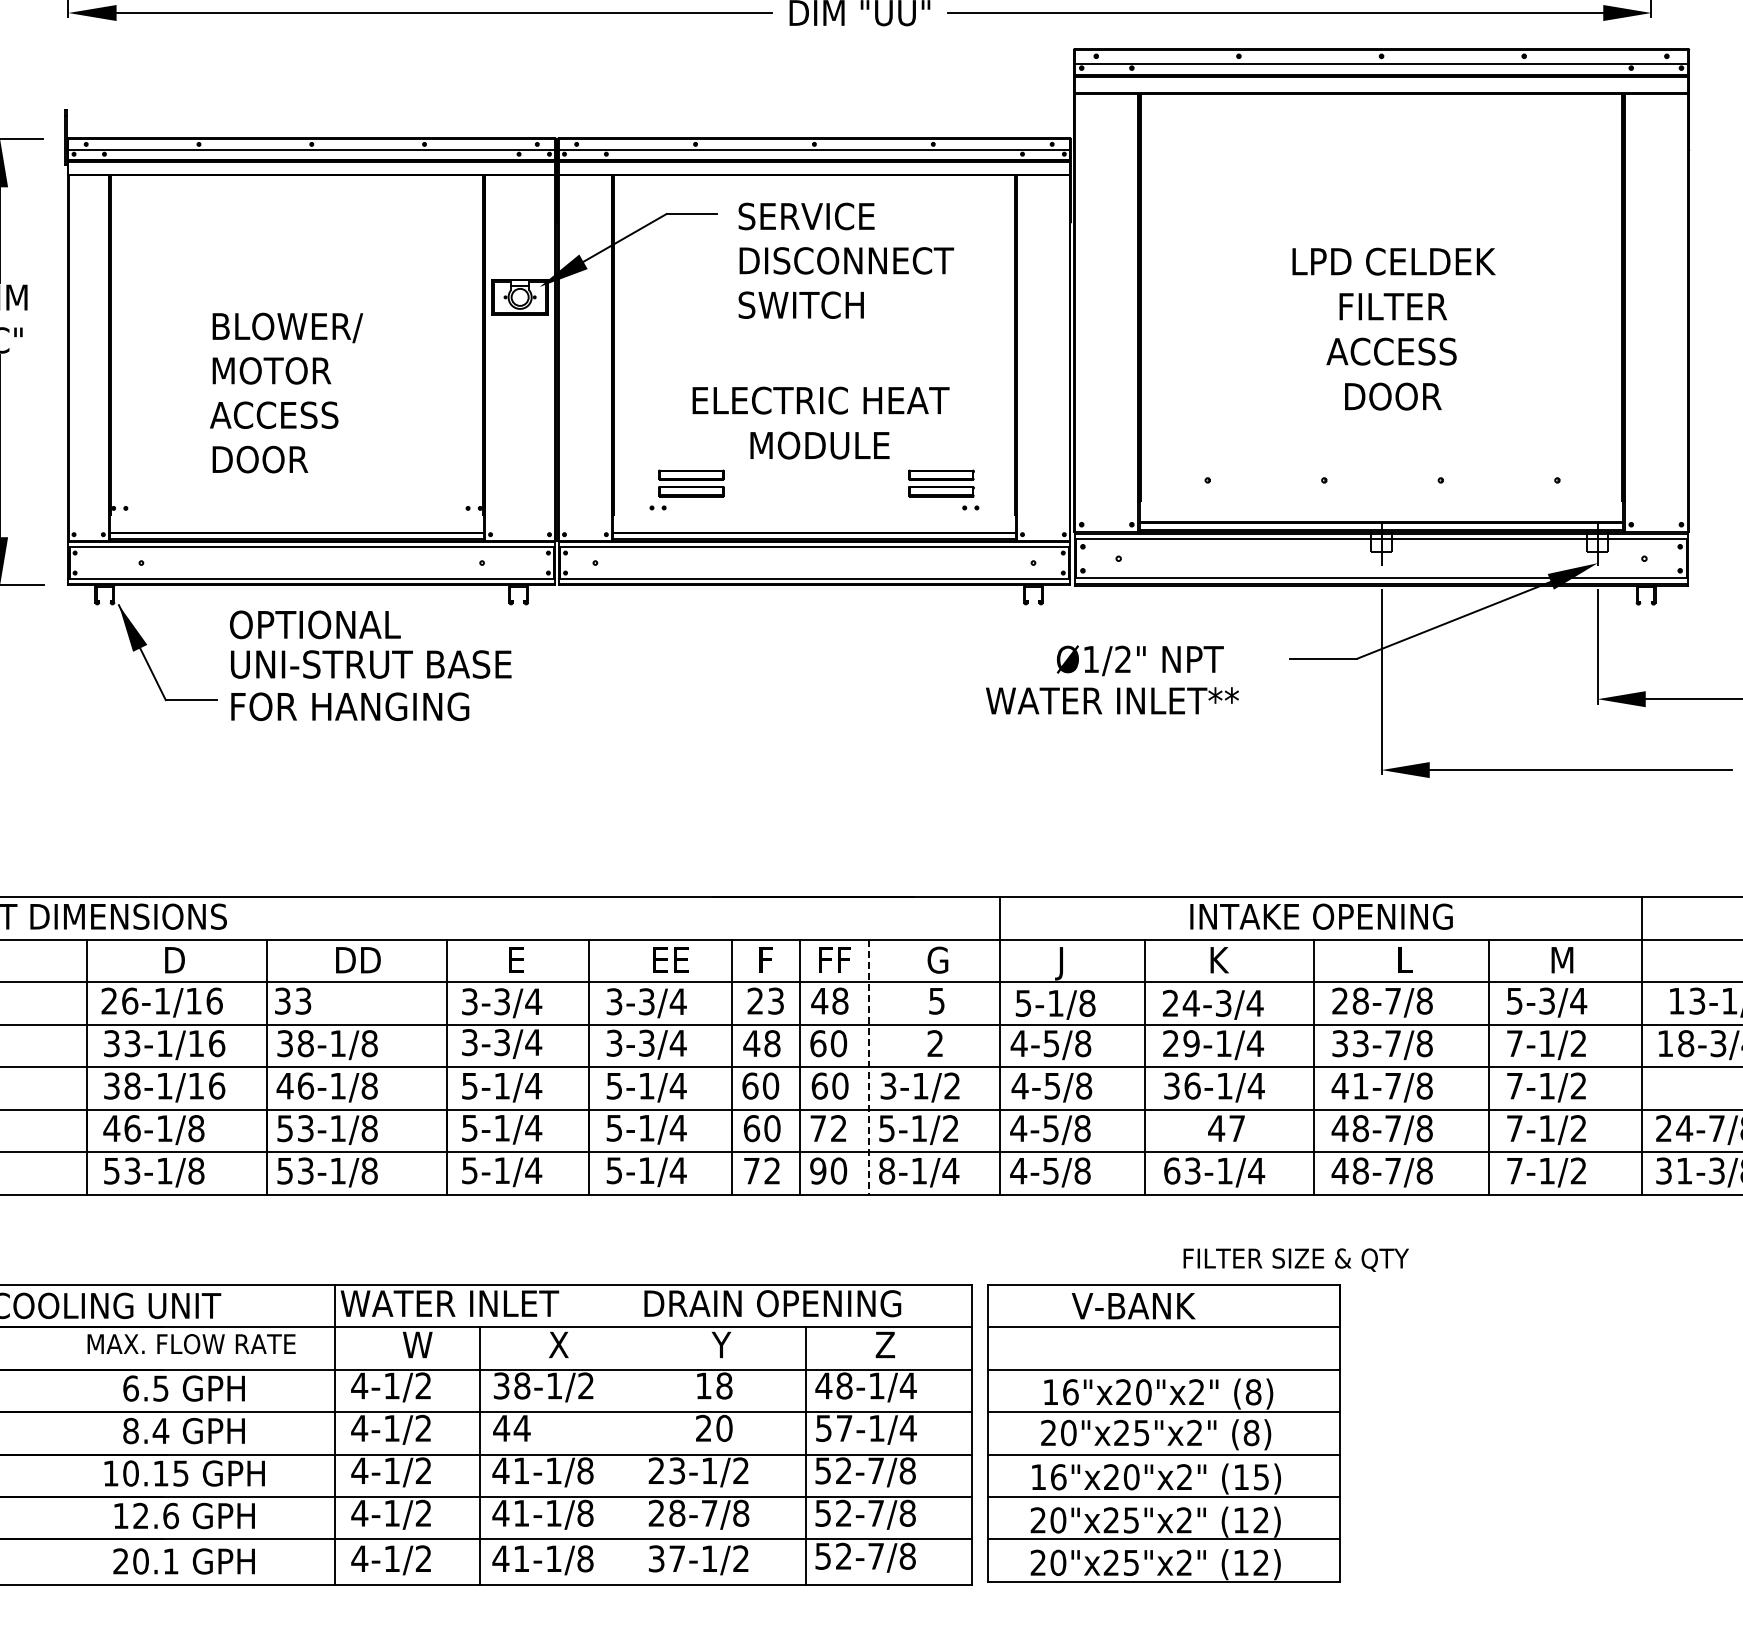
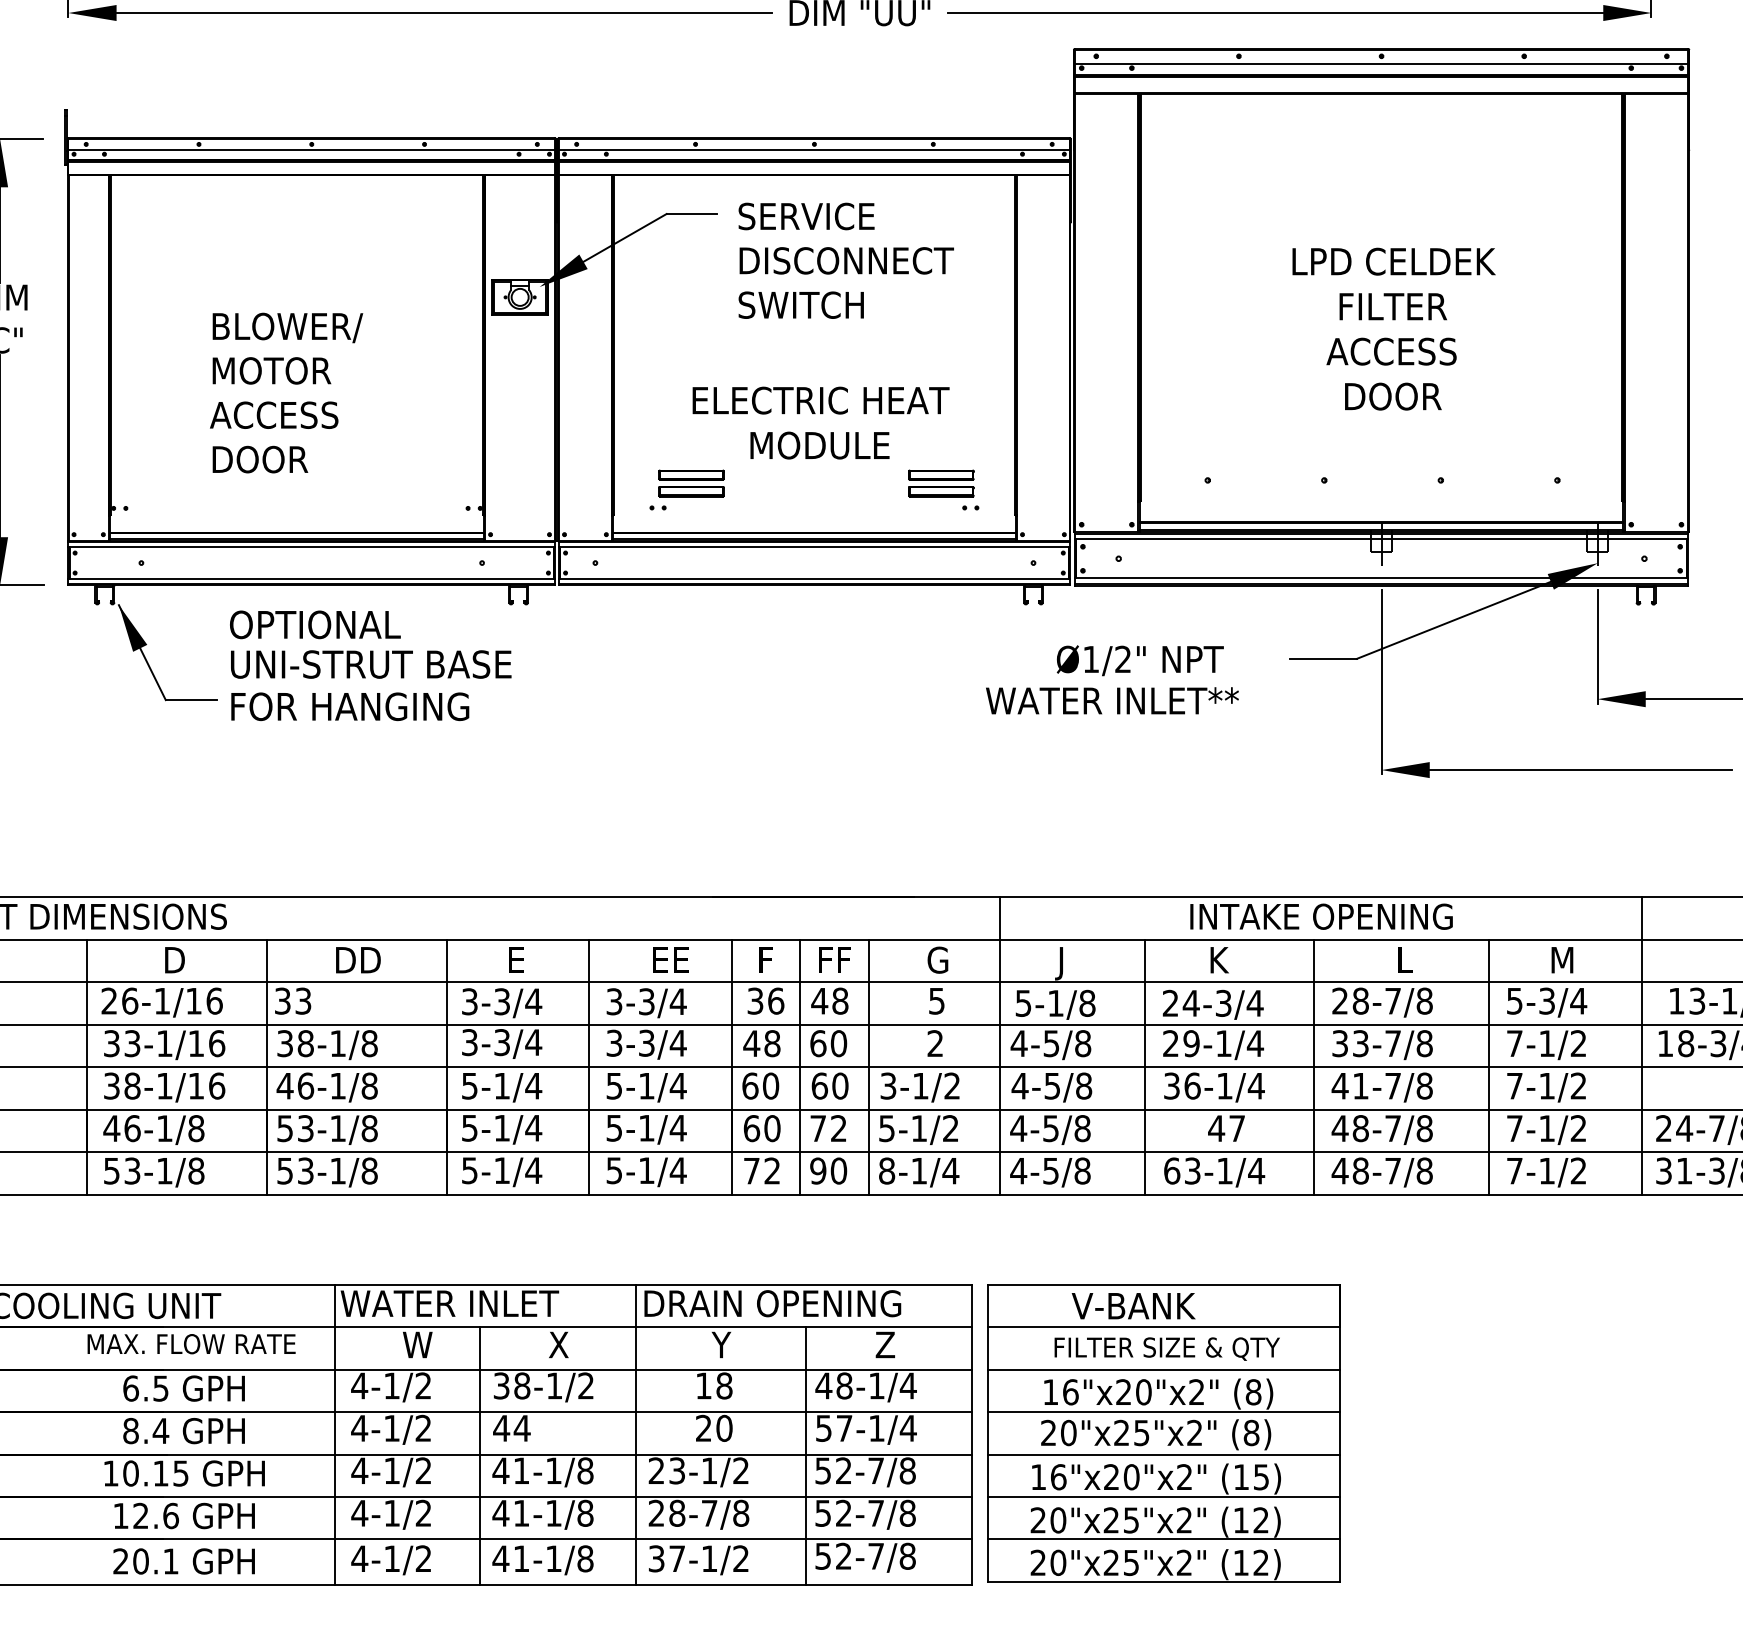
text at (765, 1000): 23 -> 36
line at (868, 1067): dashed -> solid
text at (1295, 1259) position: (1295, 1259) -> (1166, 1348)
line at (635, 1434): none -> present
